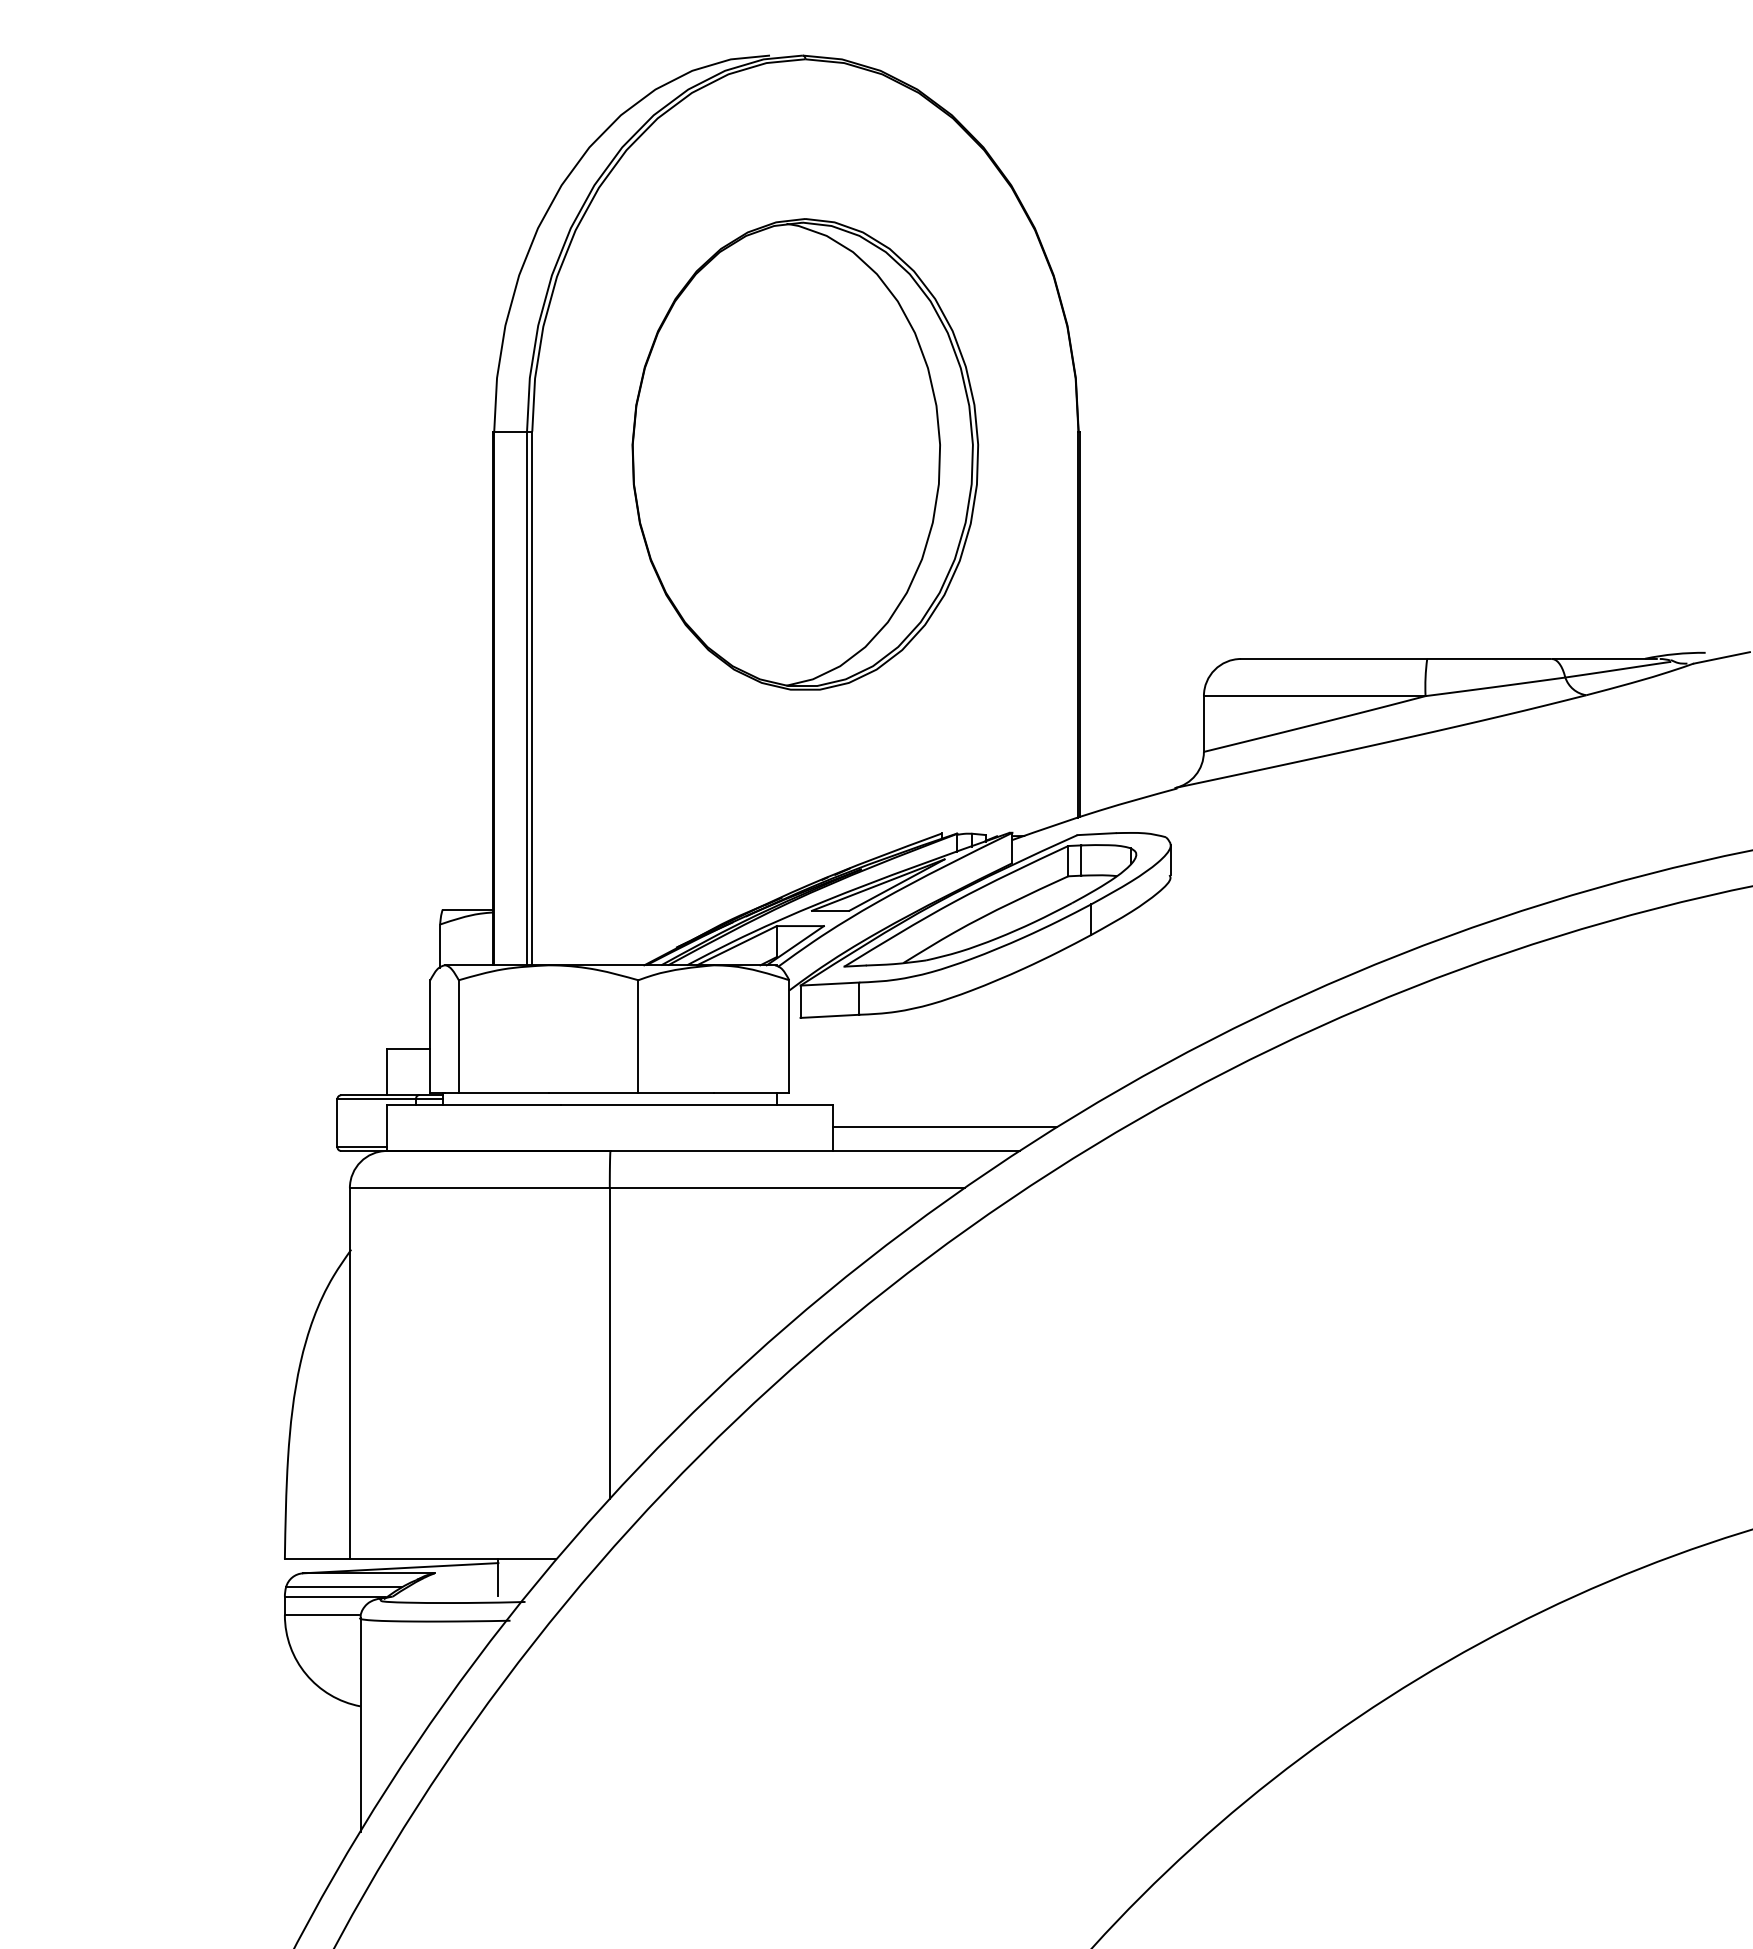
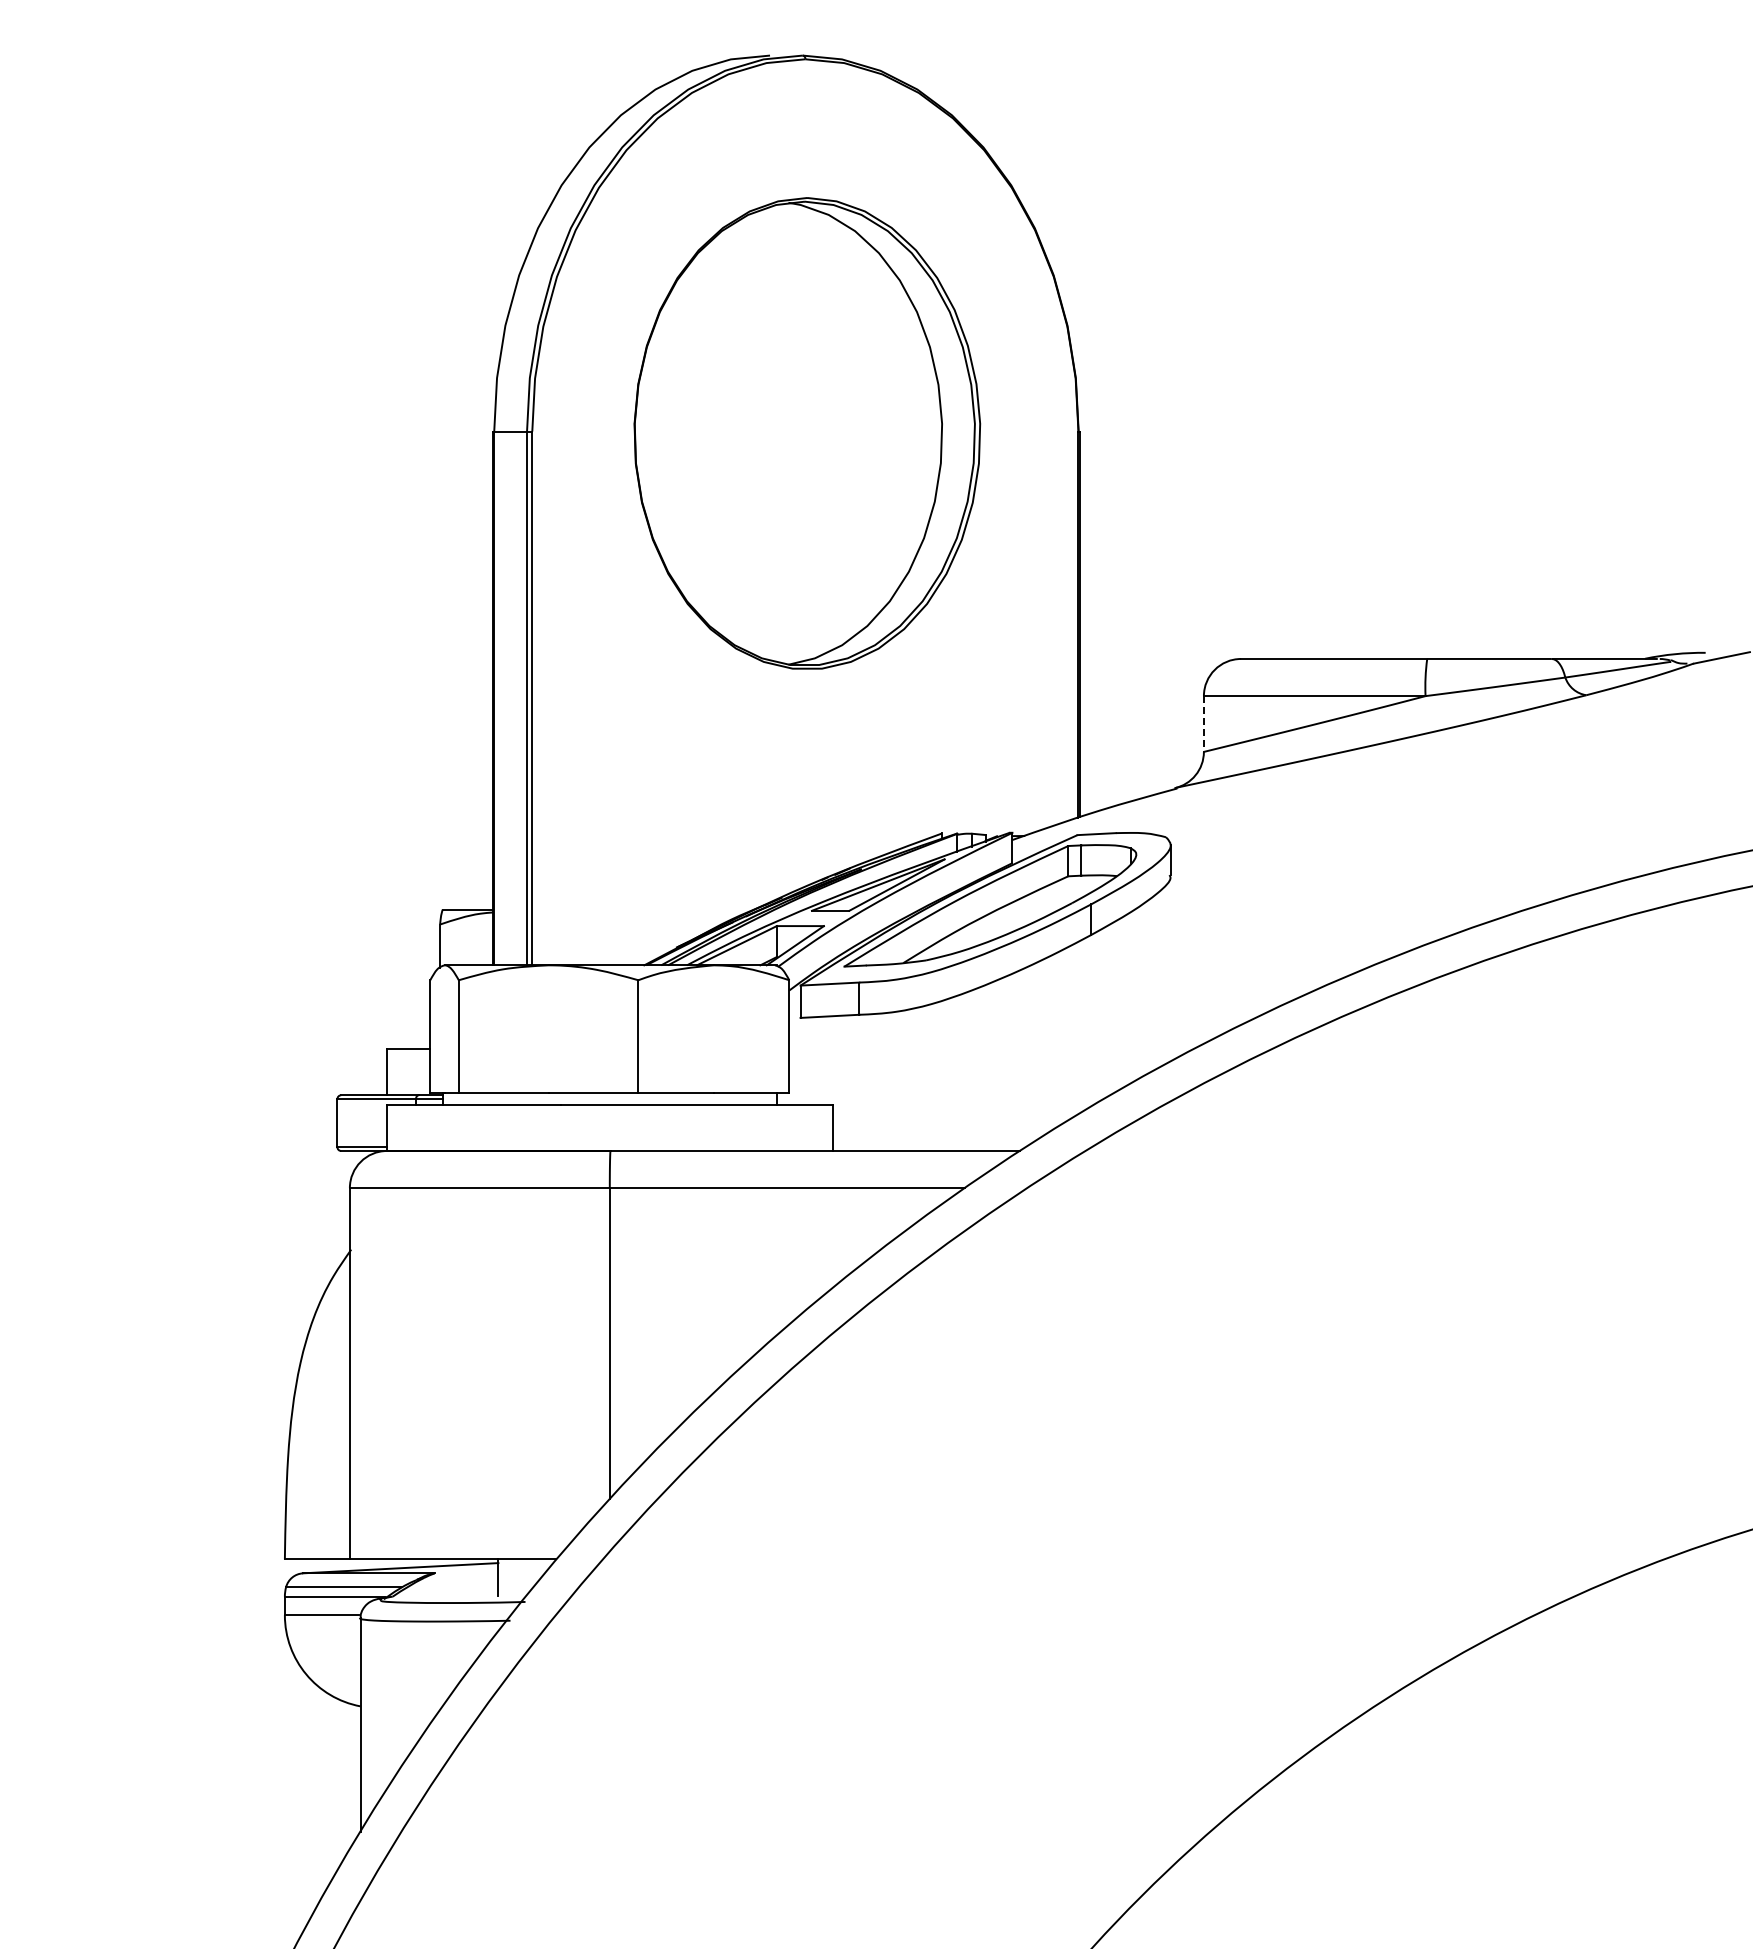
part at (805, 454) position: (805, 454) -> (807, 433)
line at (1203, 724): solid -> dashed
line at (944, 1127): present -> none
